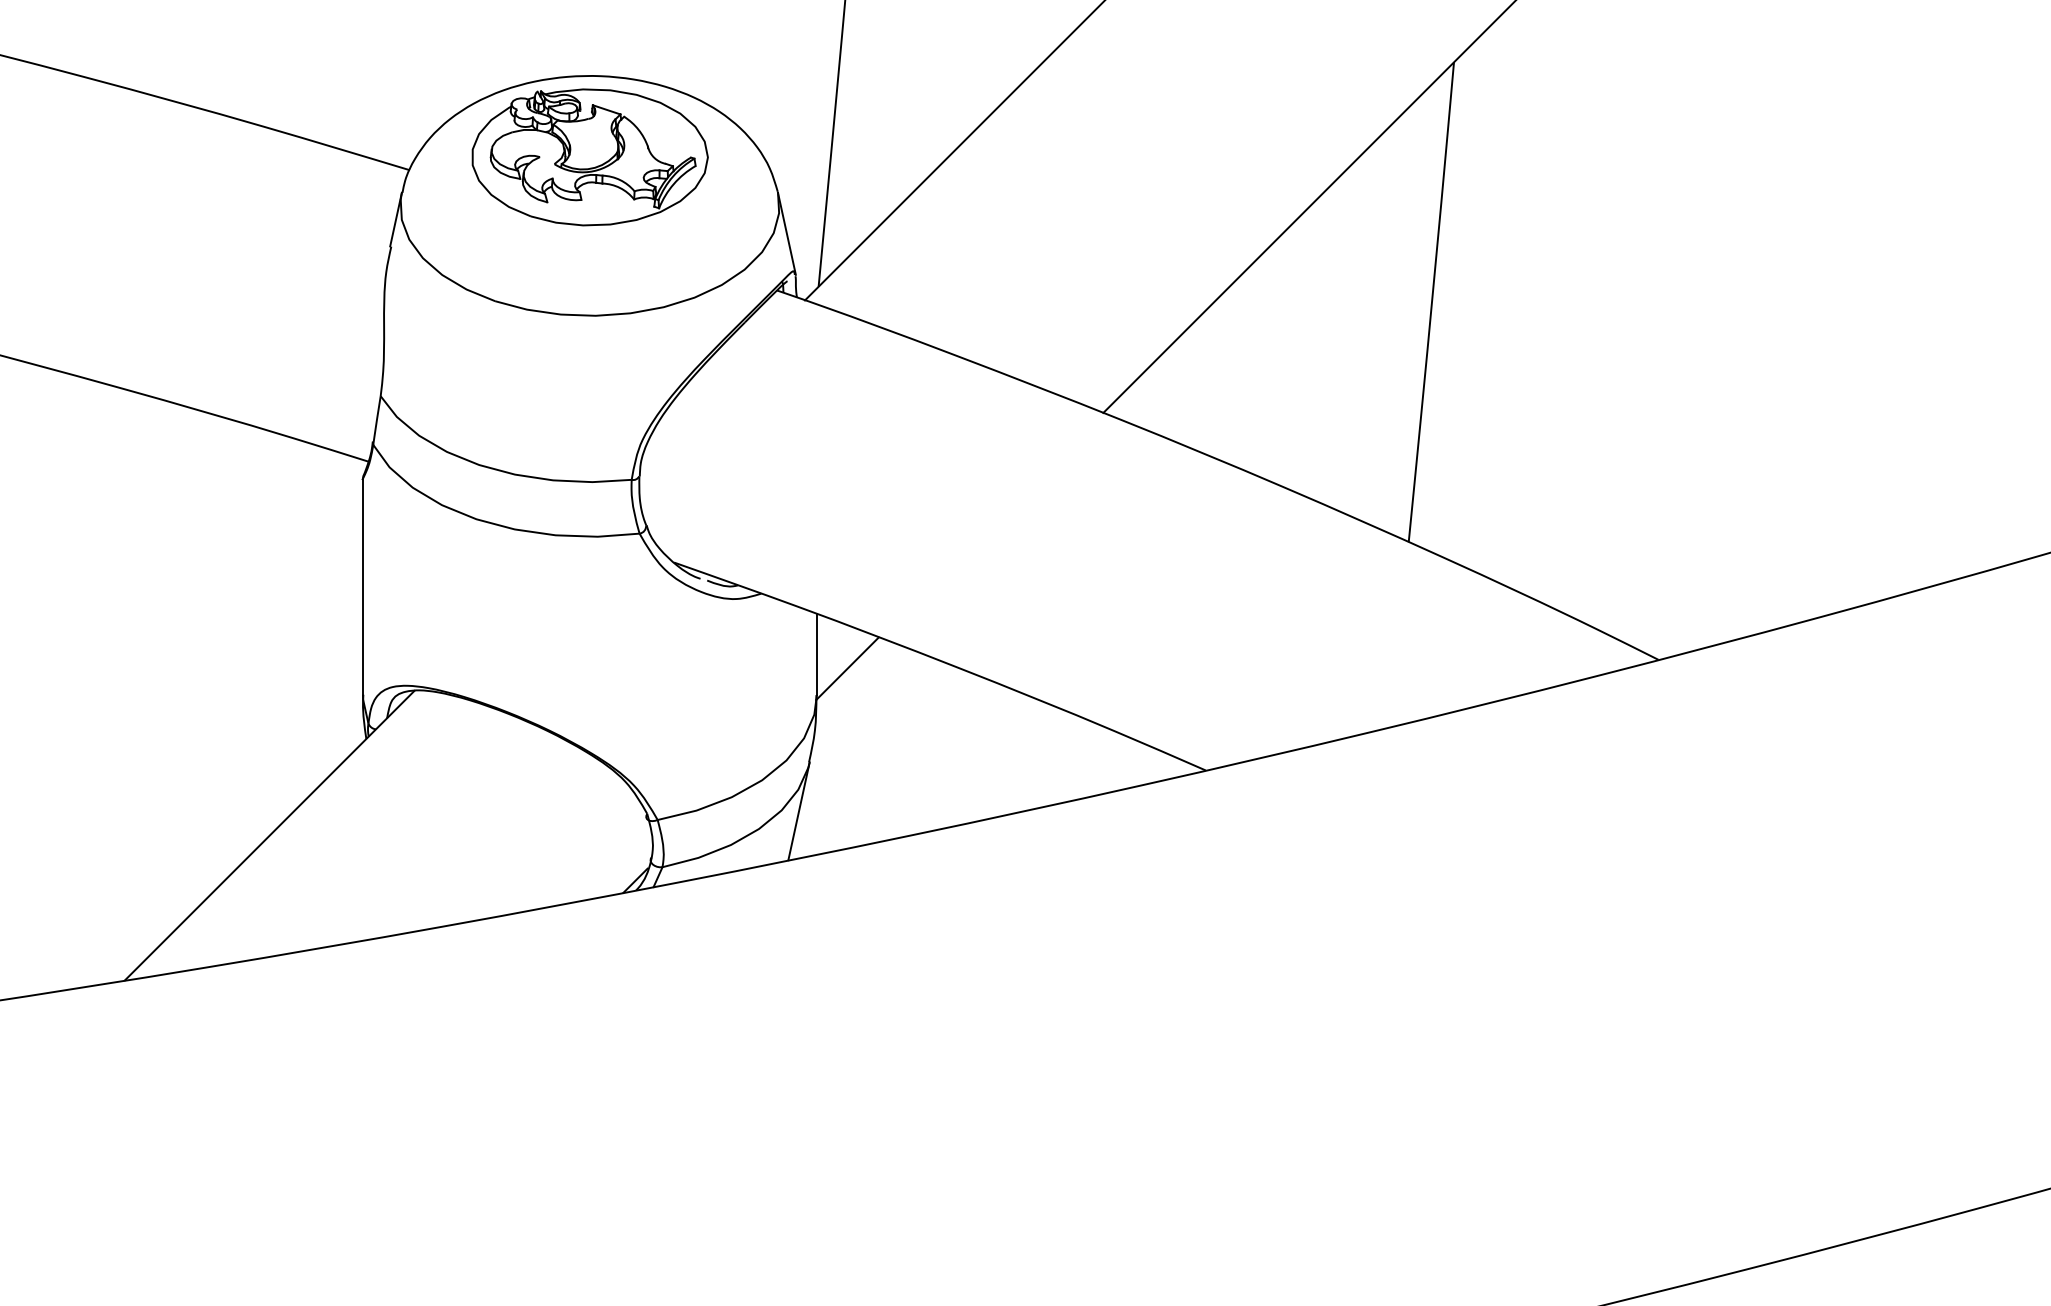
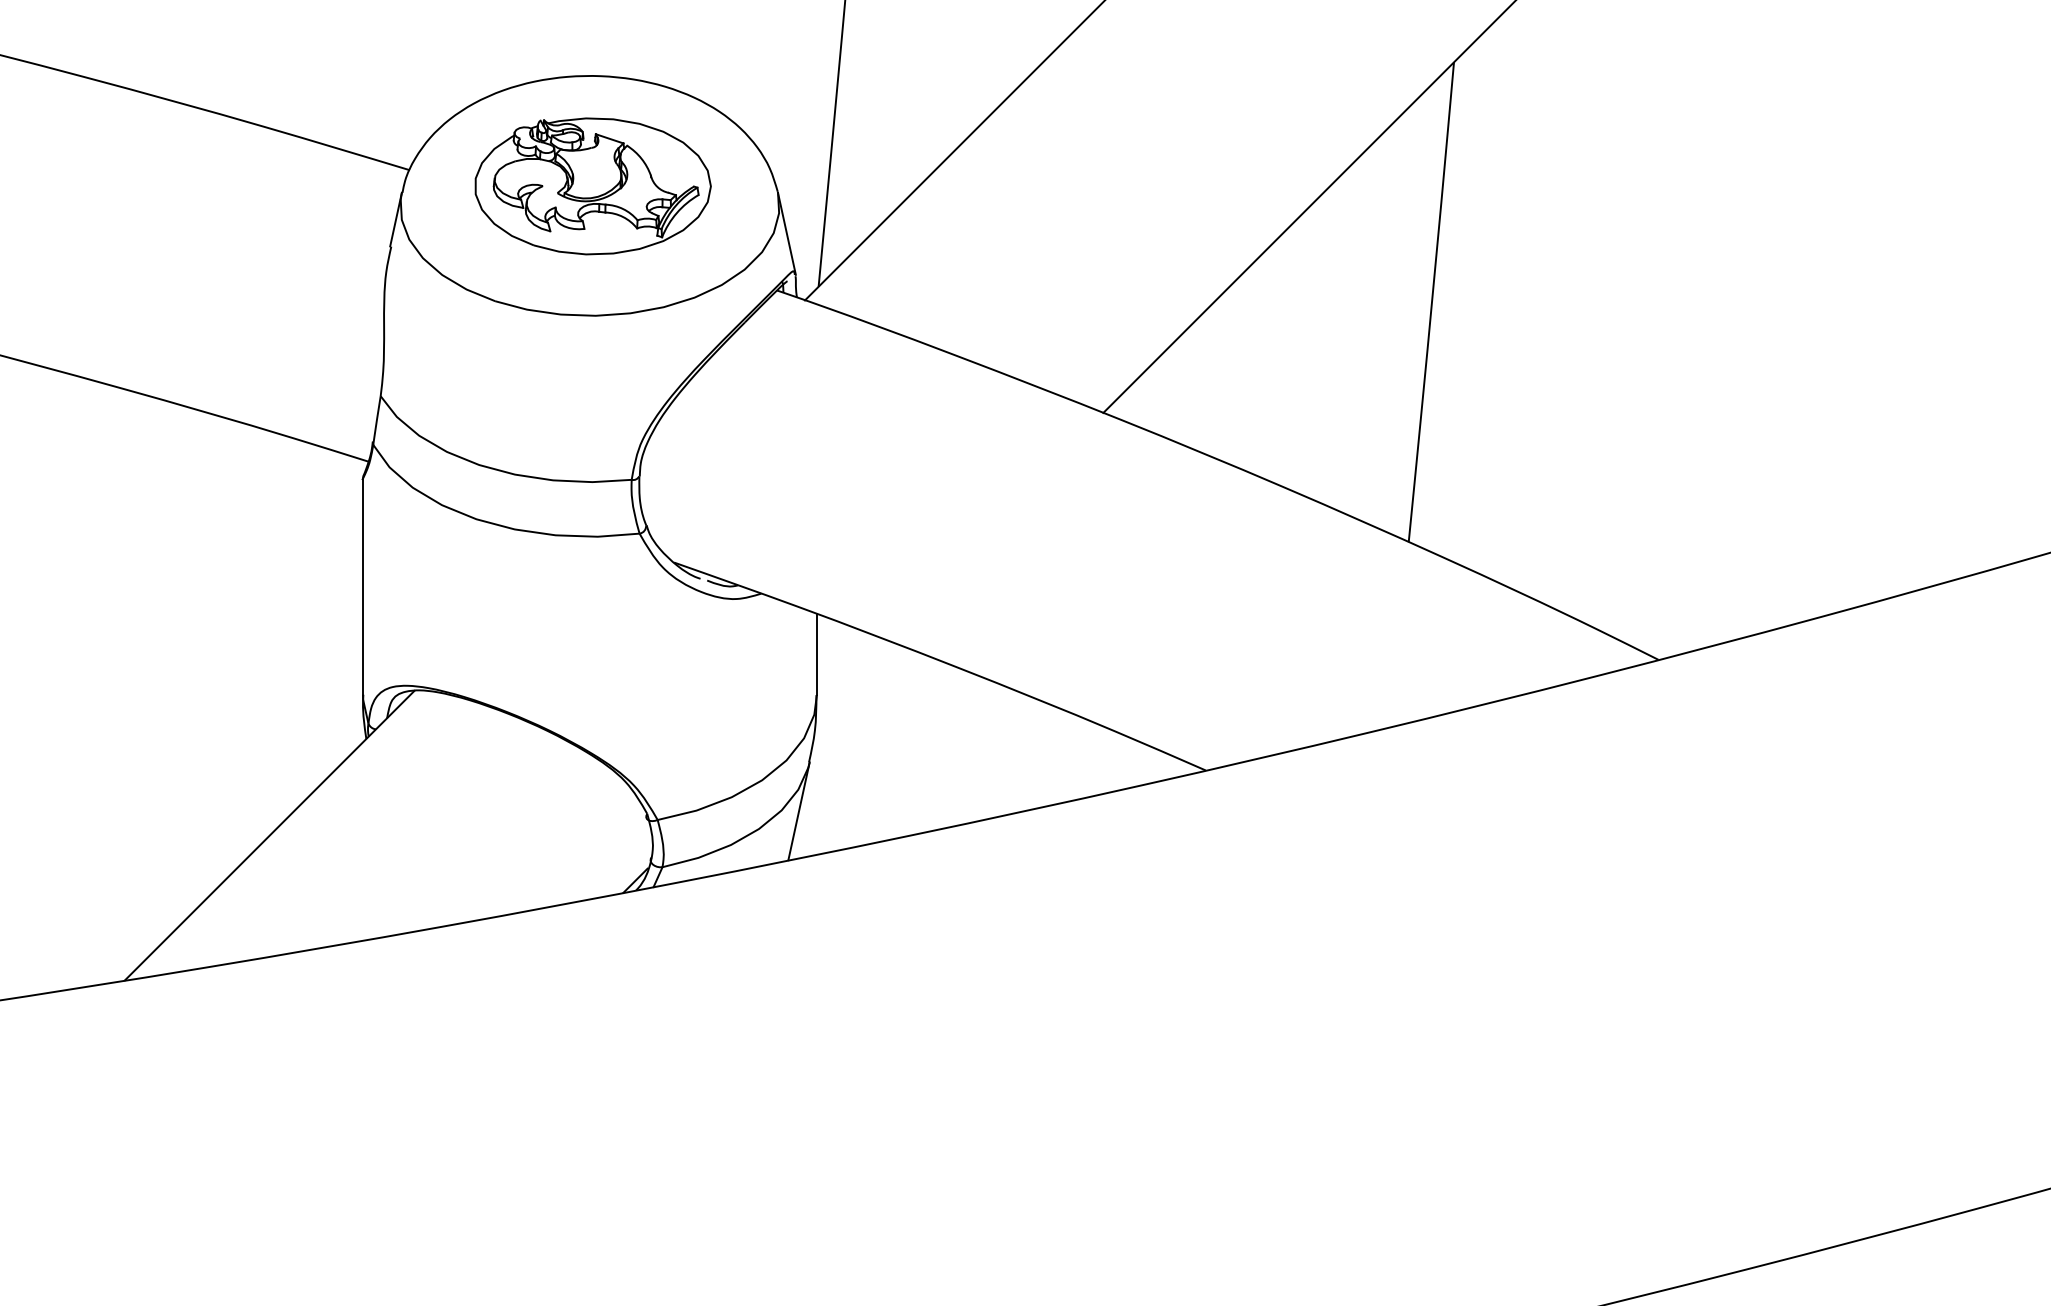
part at (589, 157) position: (589, 157) -> (592, 186)
line at (847, 668): present -> none
